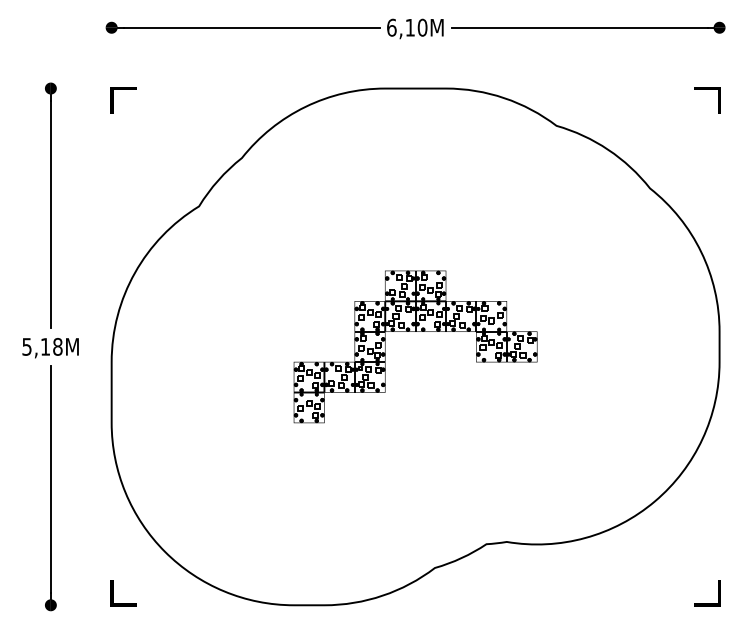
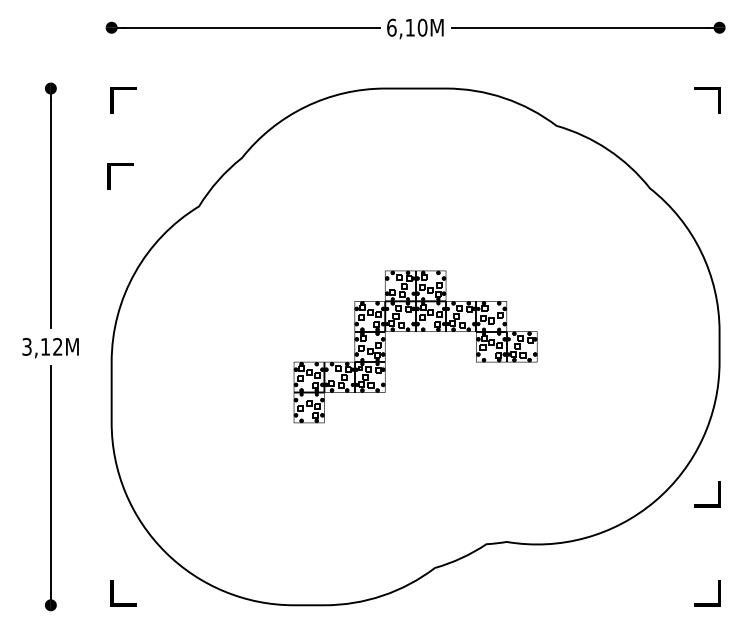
line at (110, 176): none -> present
text at (42, 346): 5,18M -> 3,12M
line at (707, 504): none -> present
